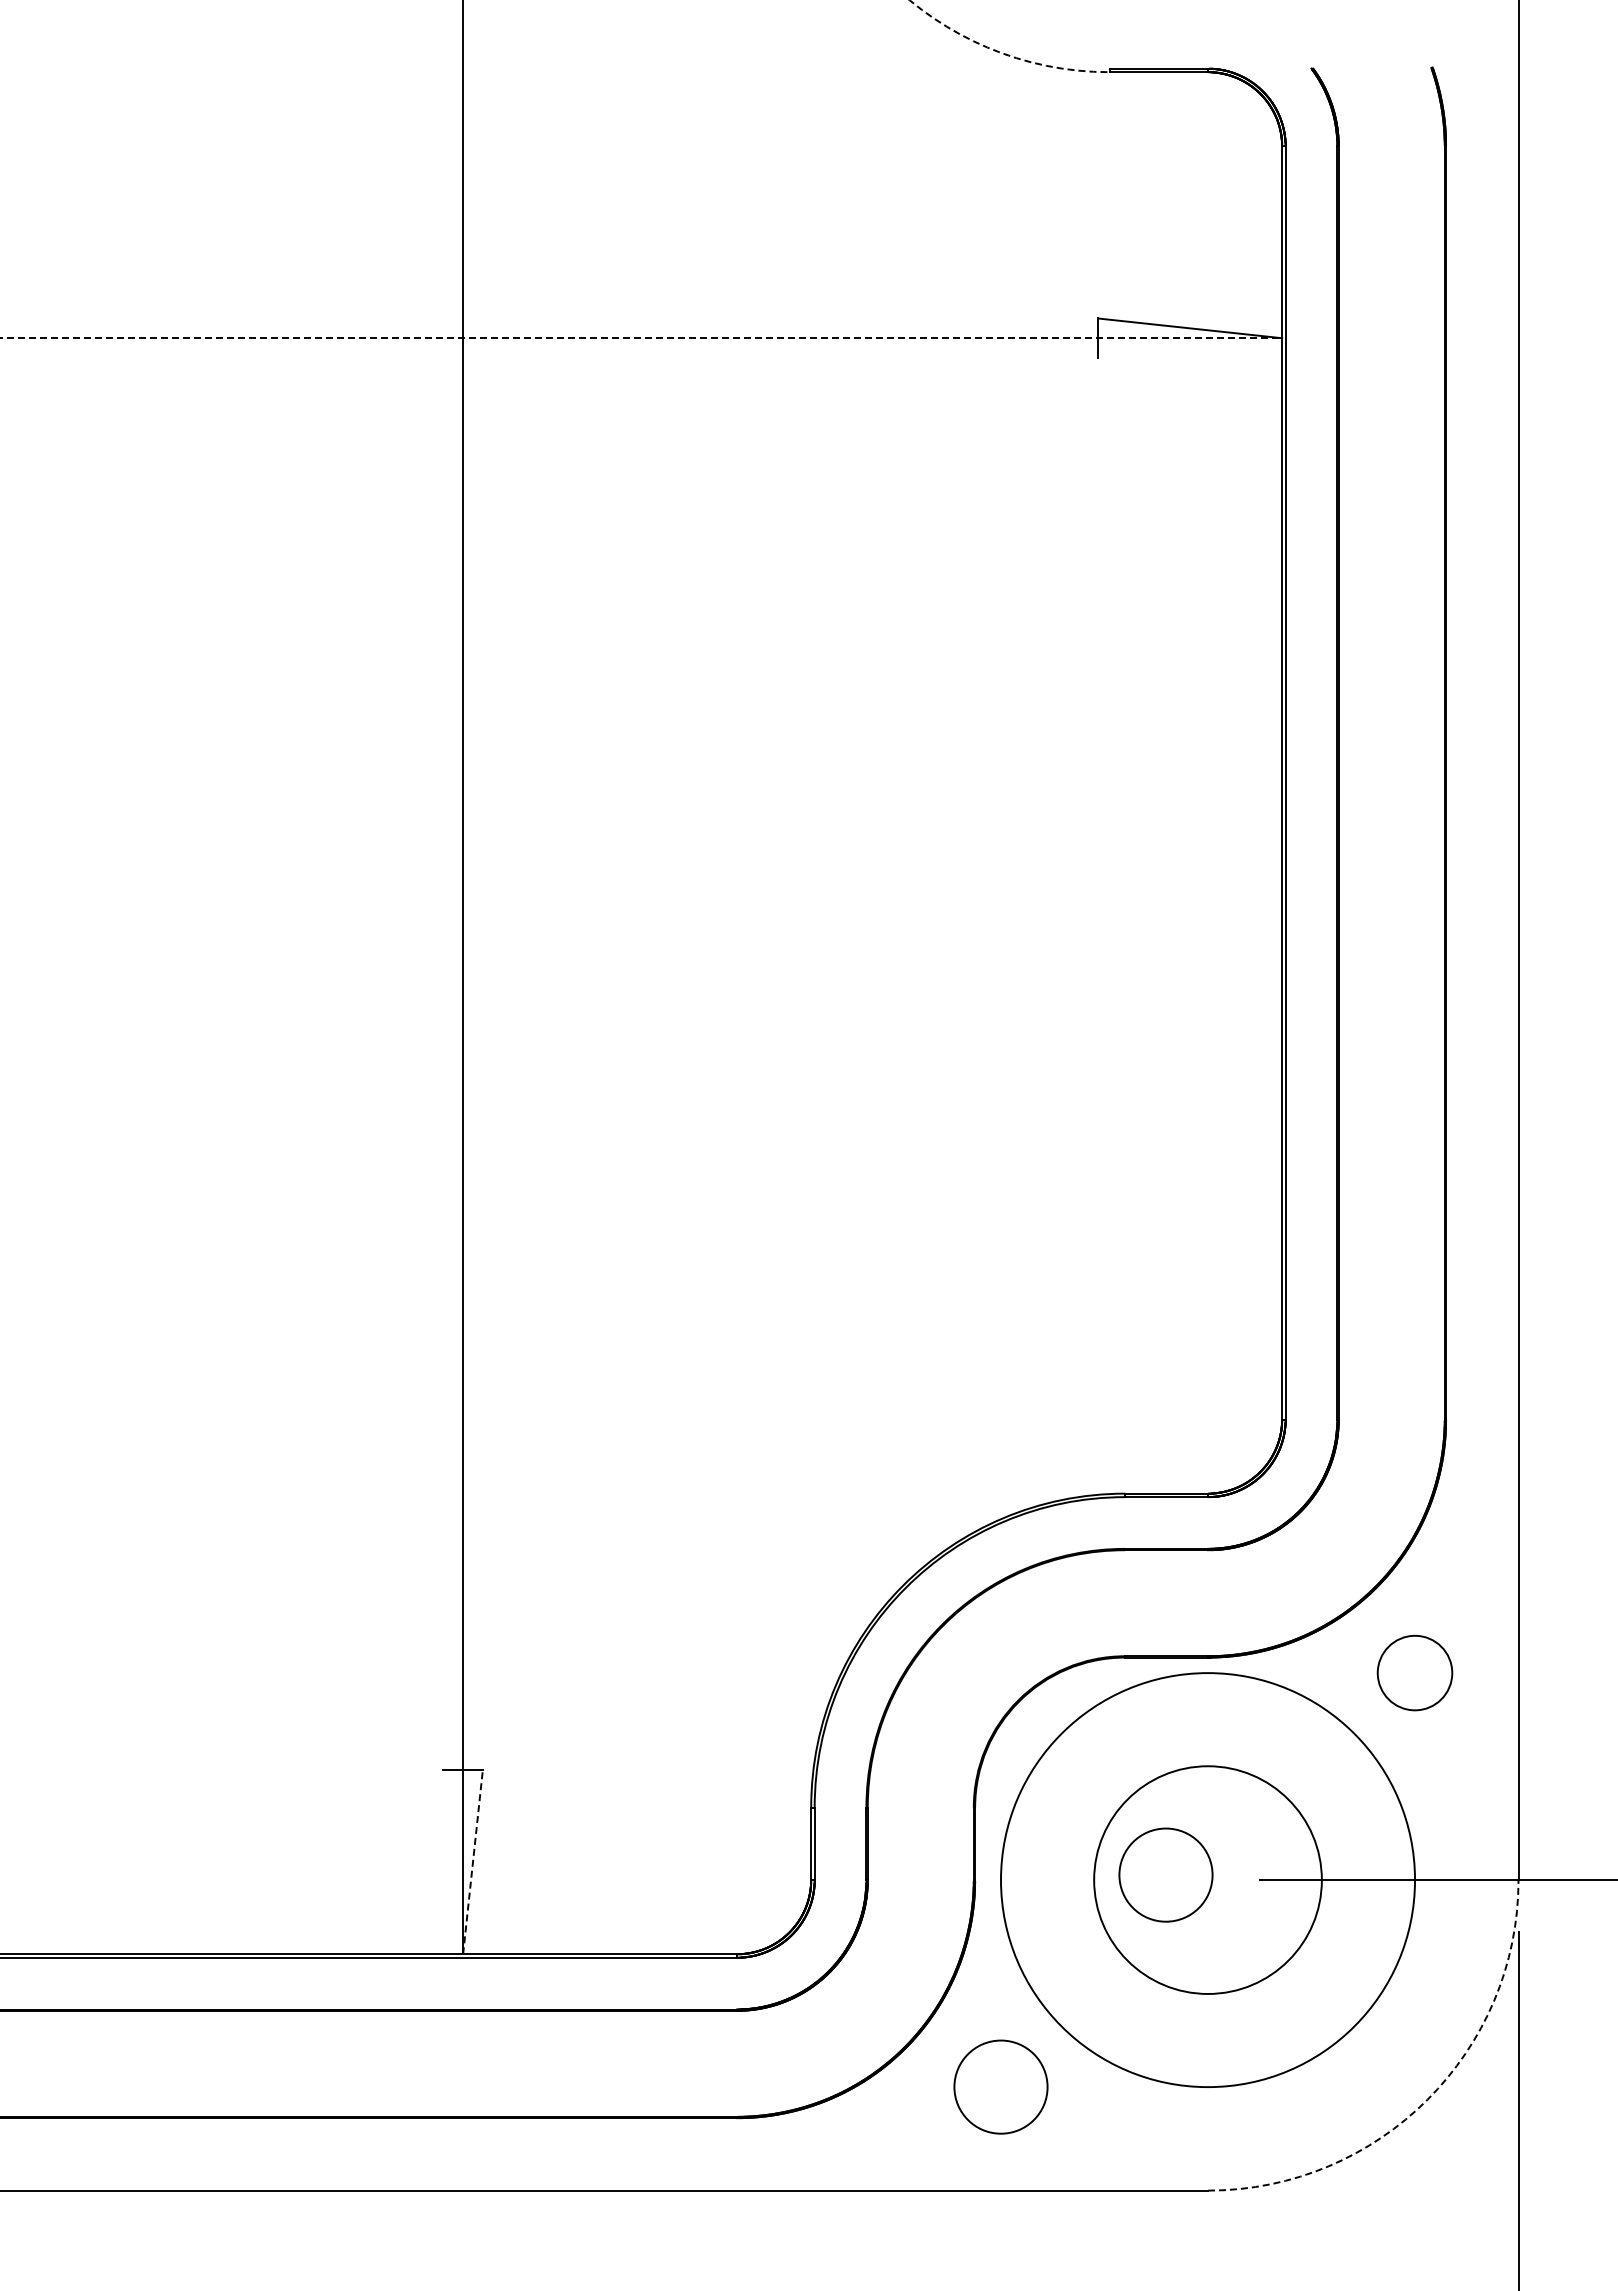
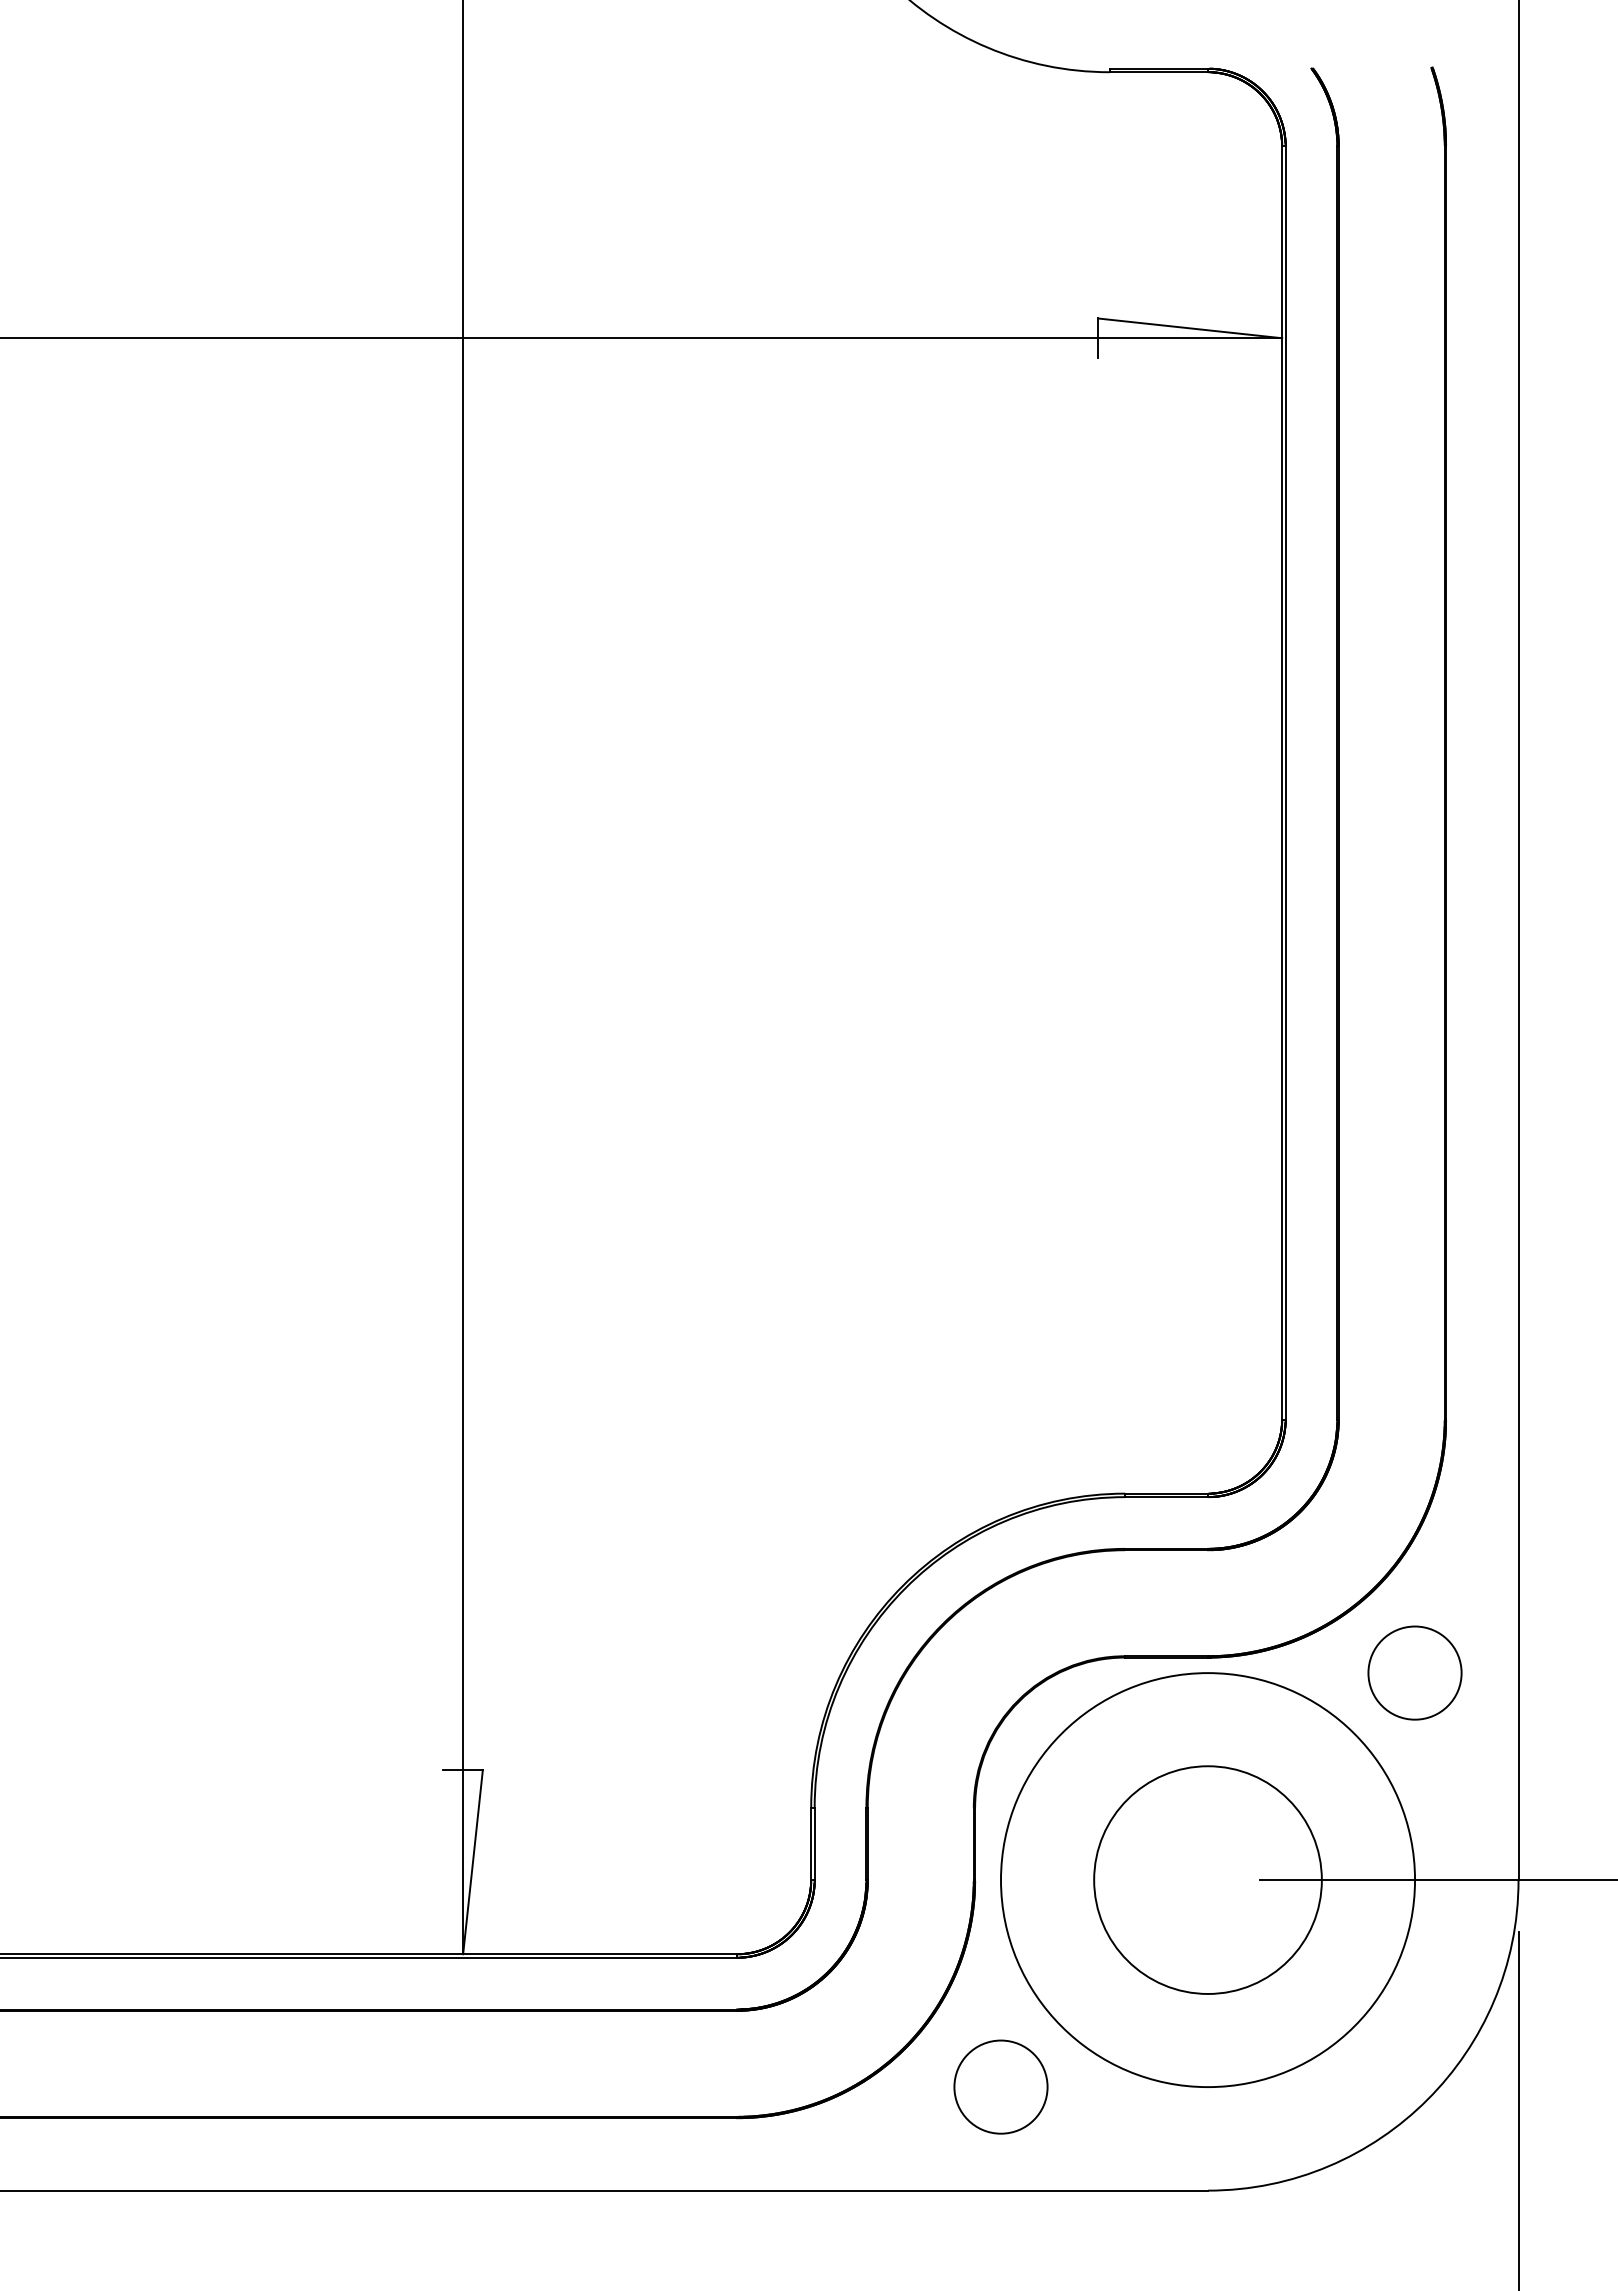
arc at (1001, 53): dashed -> solid
line at (641, 338): dashed -> solid
circle at (1414, 1672) size: 78x78 px -> 96x96 px
line at (472, 1862): dashed -> solid
circle at (1165, 1874): present -> none
arc at (1427, 2099): dashed -> solid
